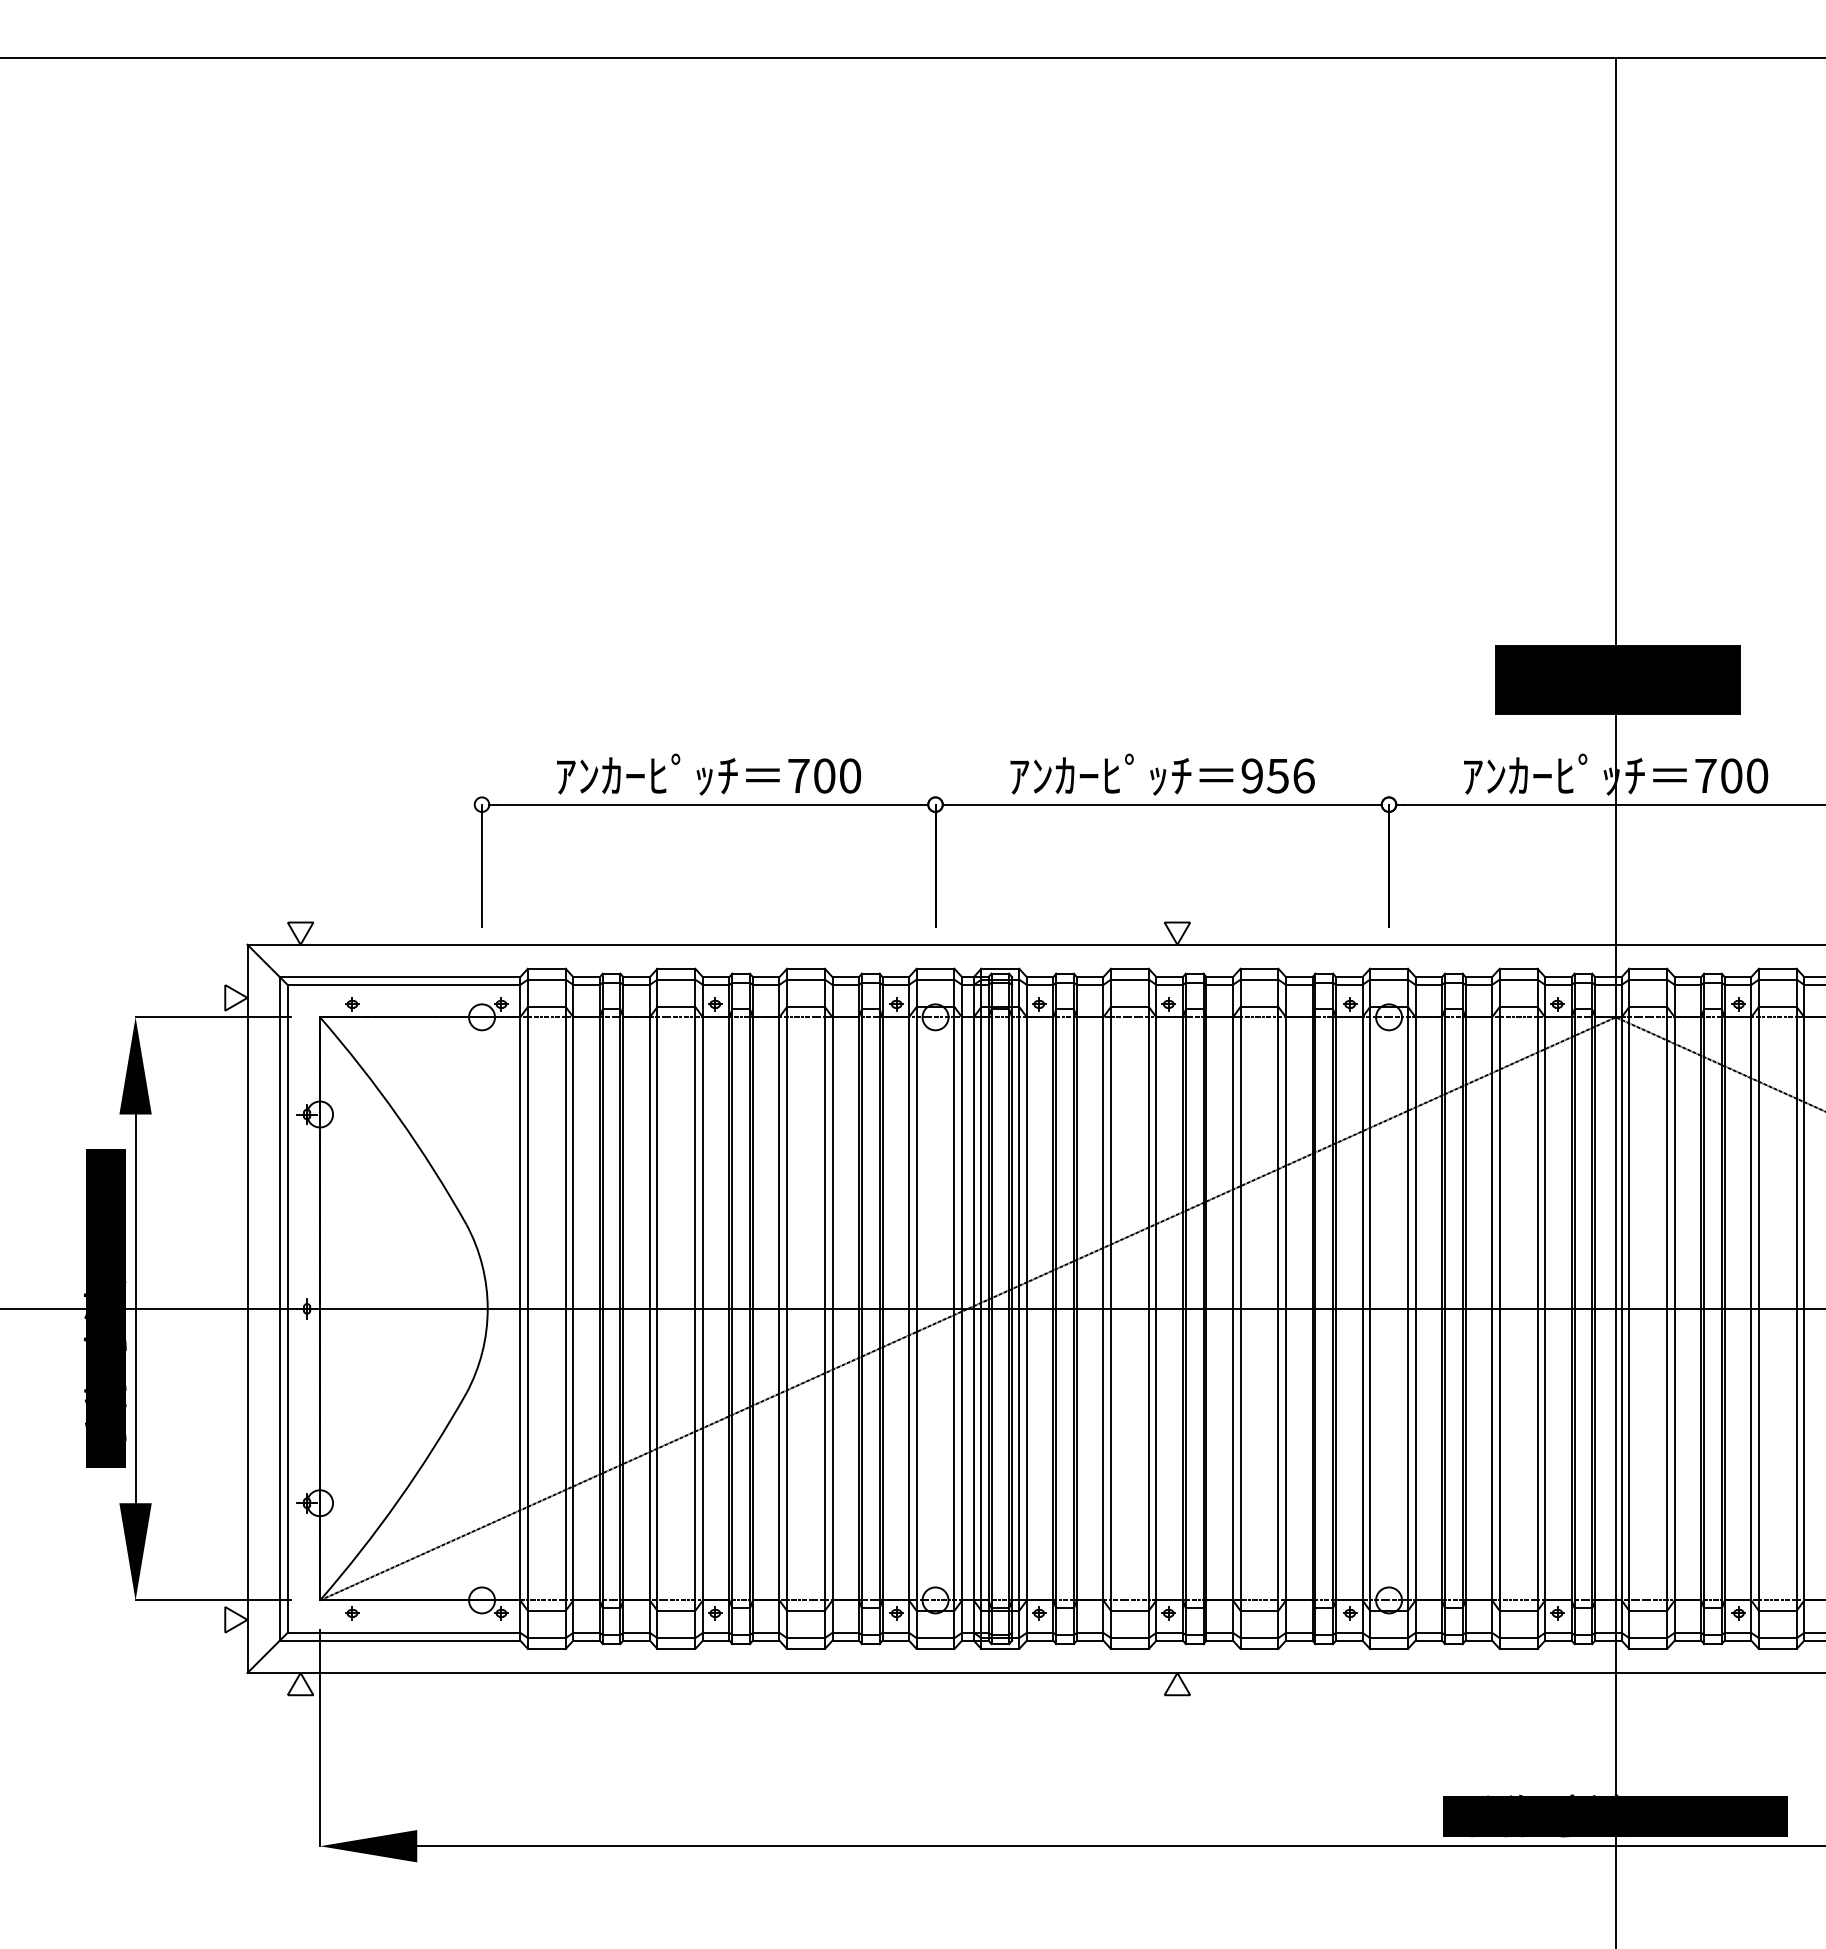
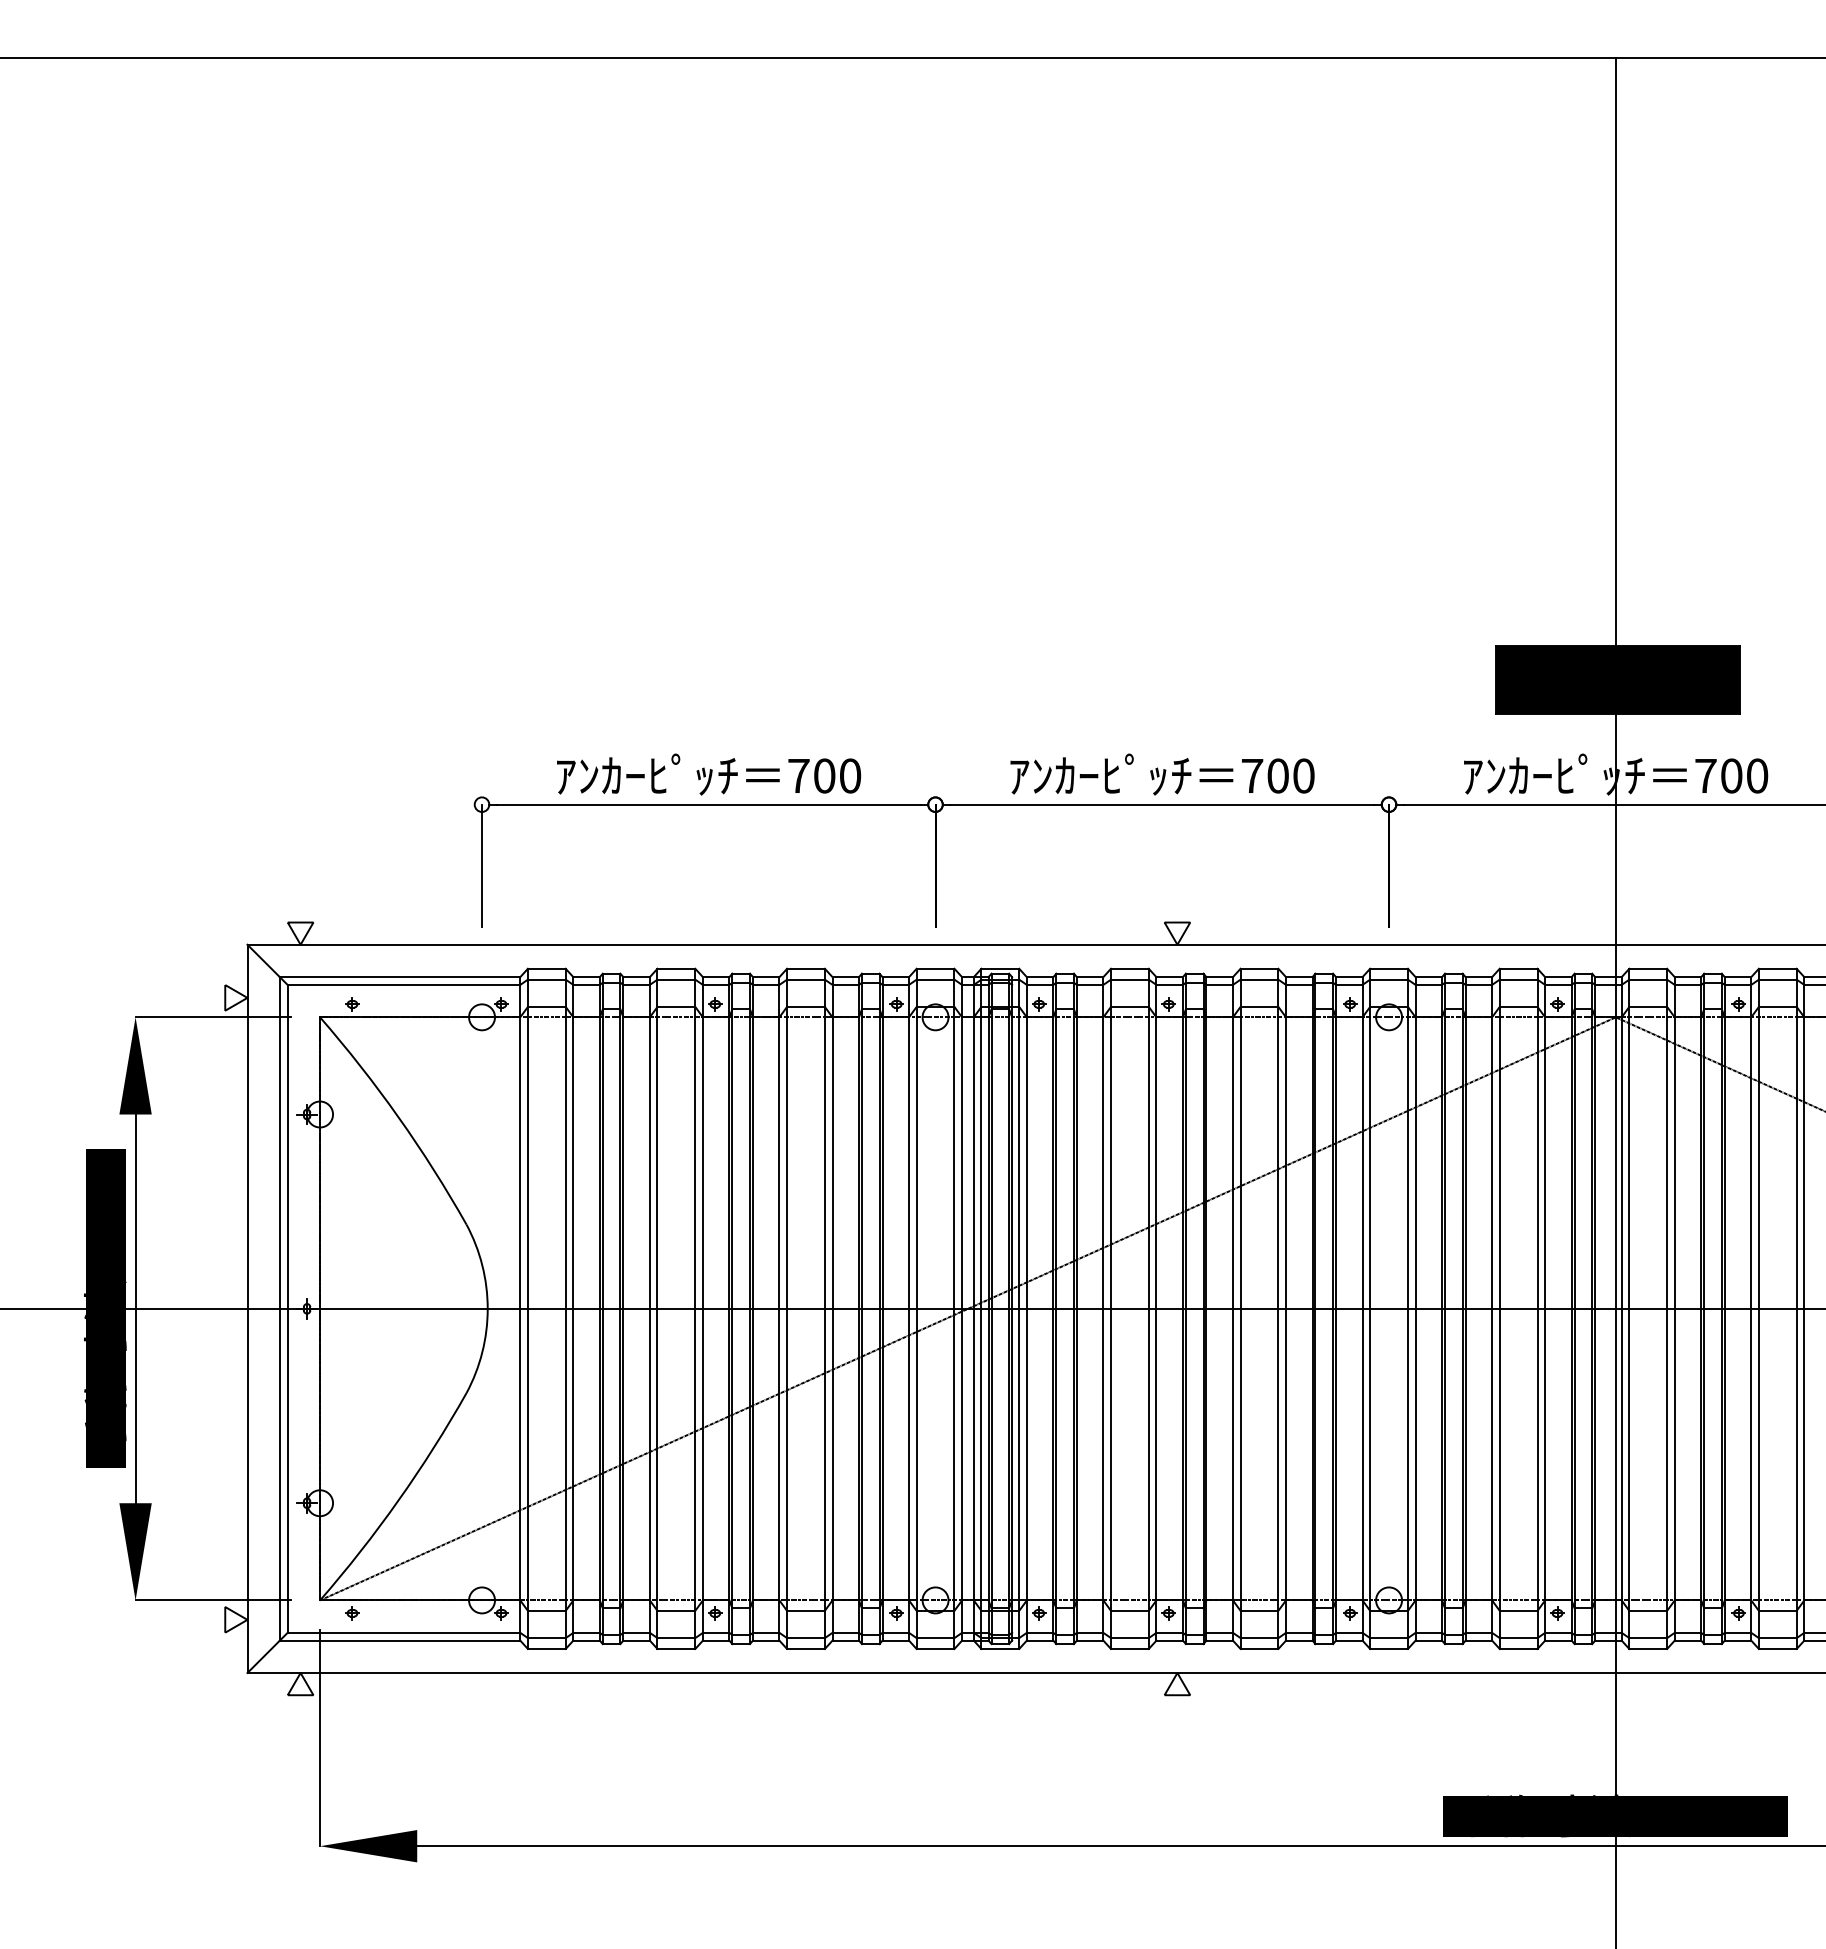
text at (1277, 775): 956 -> 700
